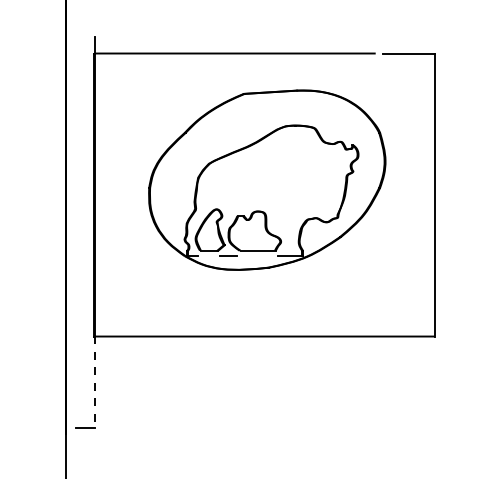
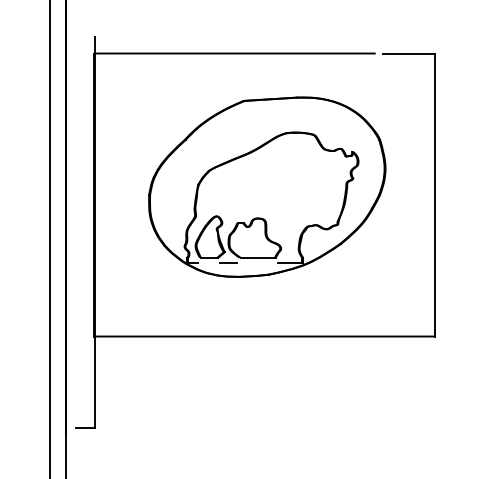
part at (267, 179) position: (267, 179) -> (267, 186)
line at (50, 238): none -> present
line at (95, 382): dashed -> solid
